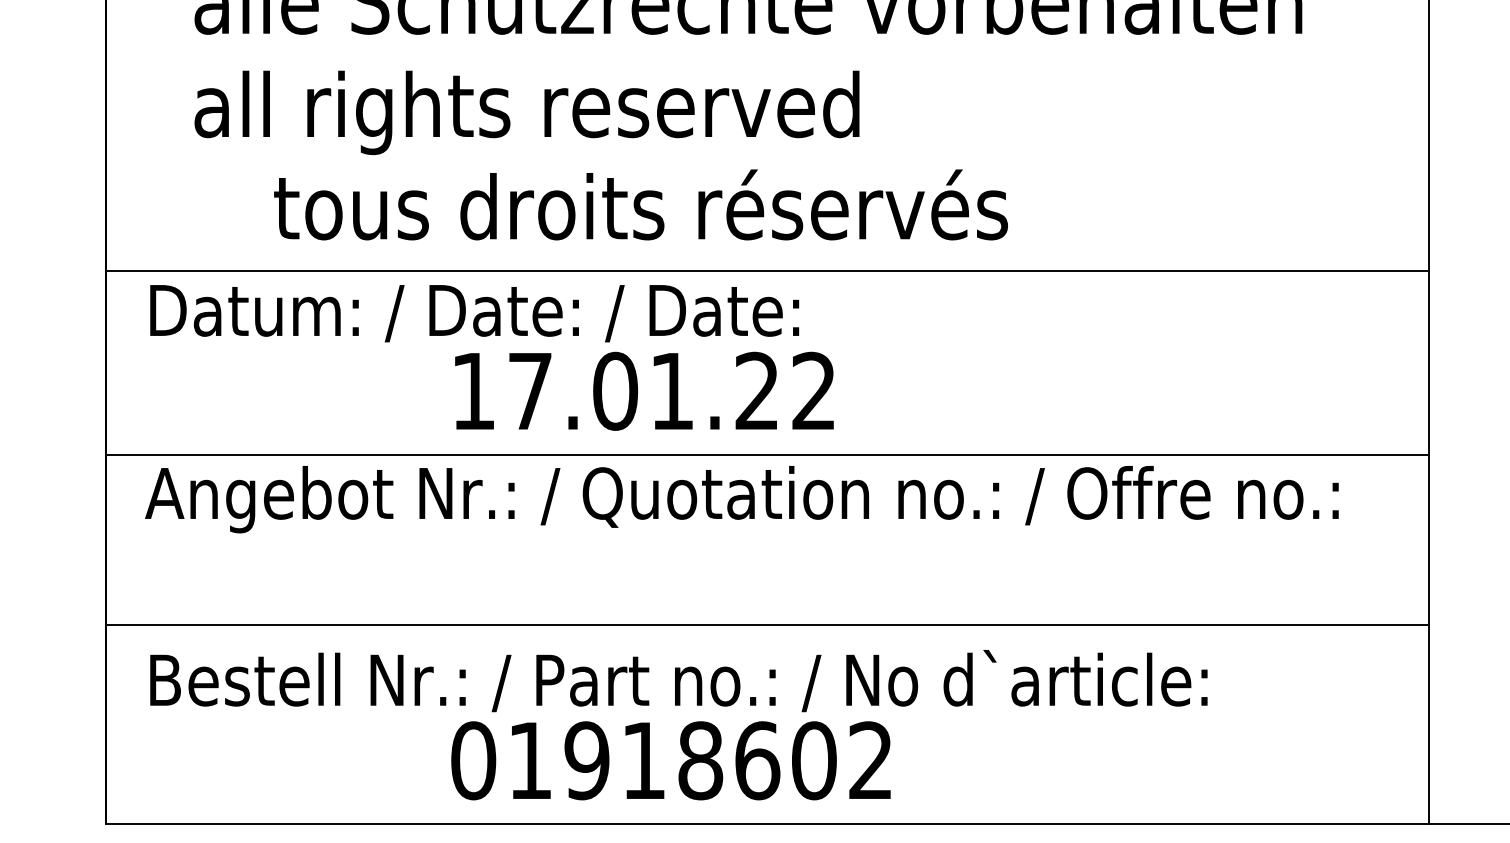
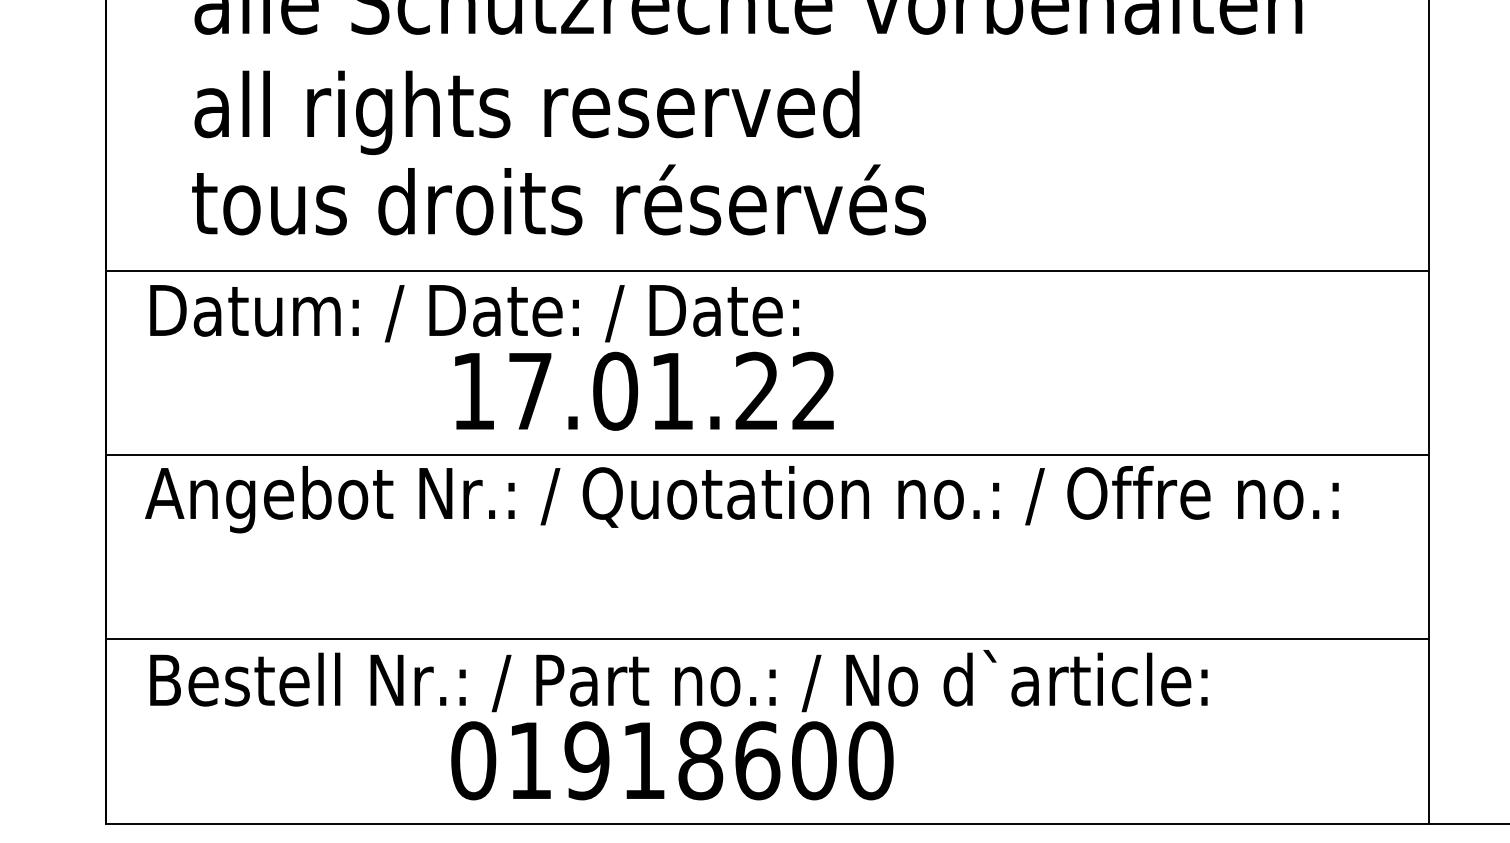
text at (640, 204) position: (640, 204) -> (558, 199)
line at (767, 625) position: (767, 625) -> (767, 639)
text at (870, 760): 01918602 -> 01918600
